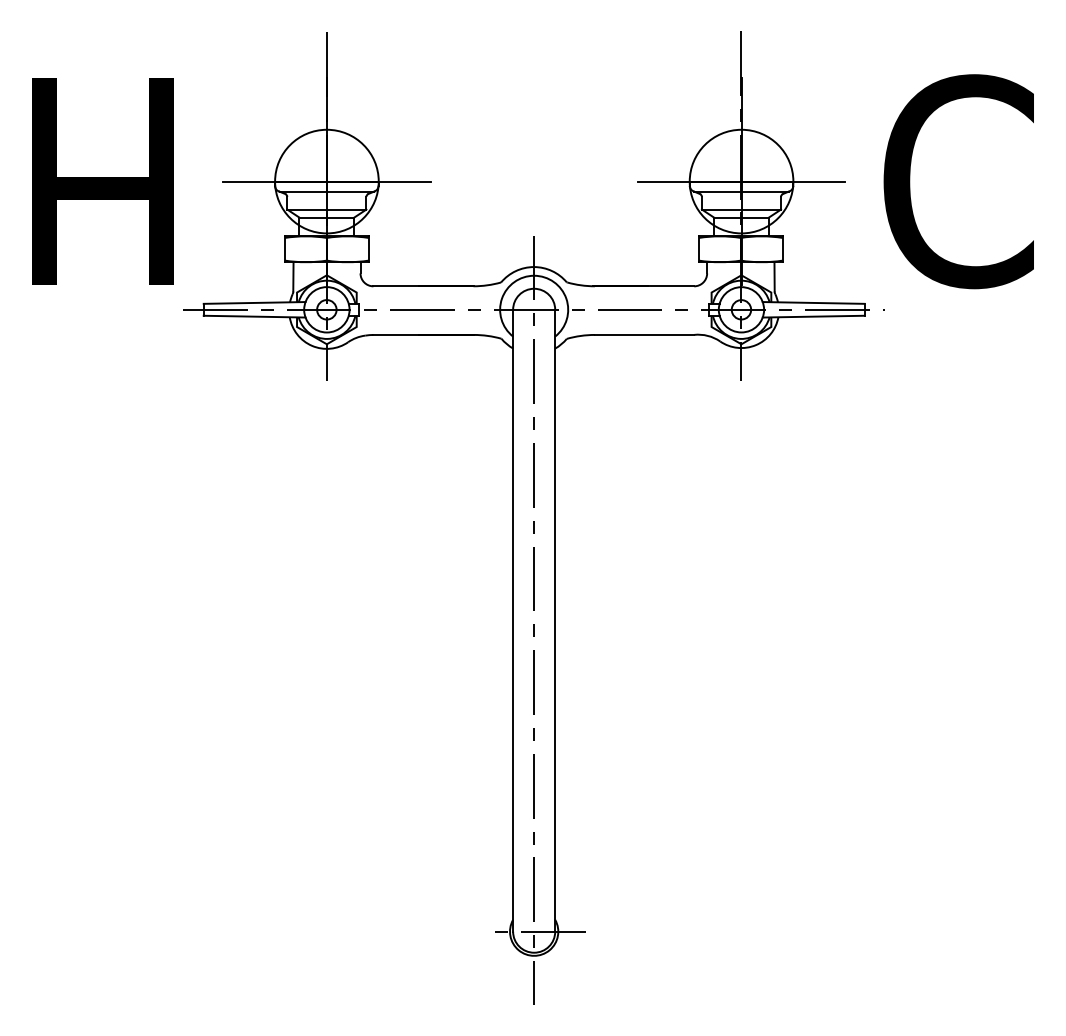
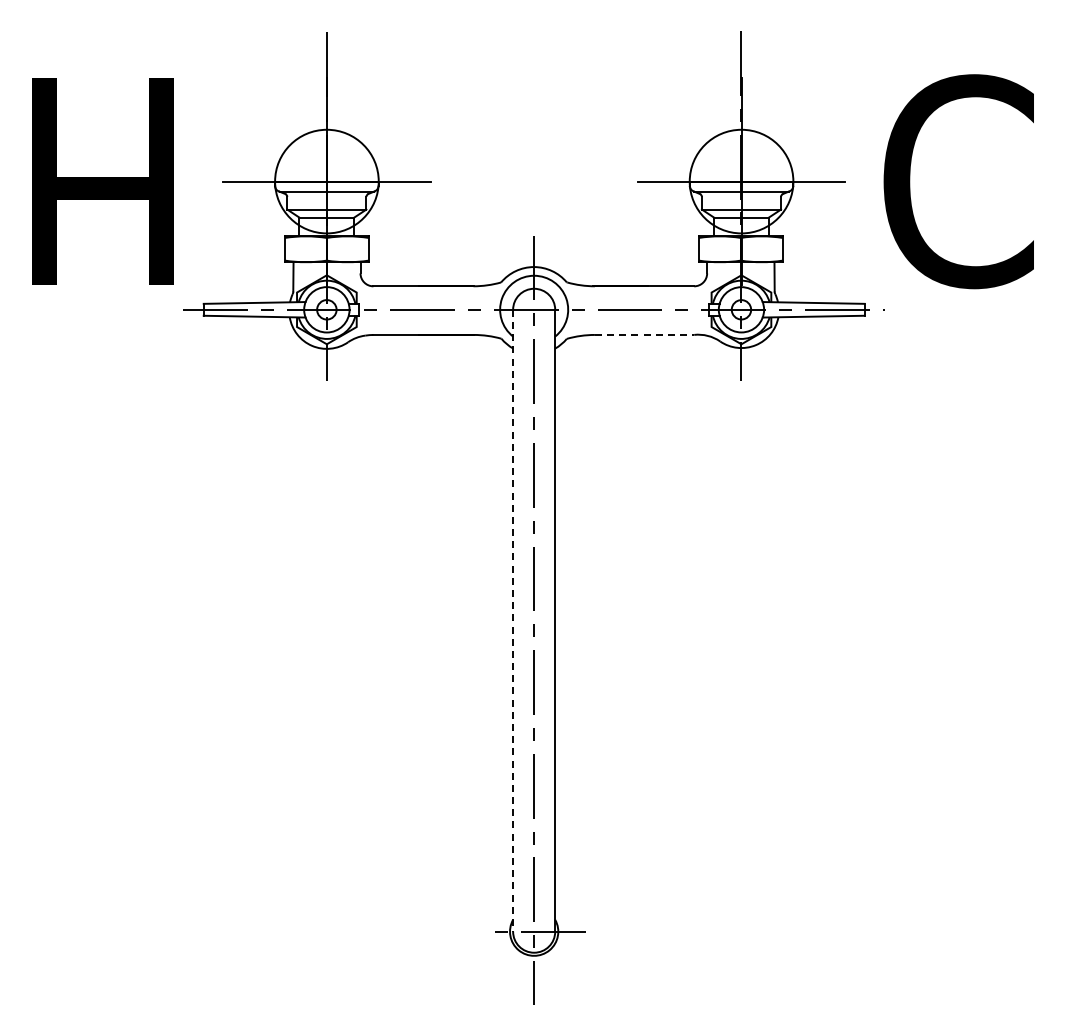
line at (644, 334): solid -> dashed
line at (513, 620): solid -> dashed
